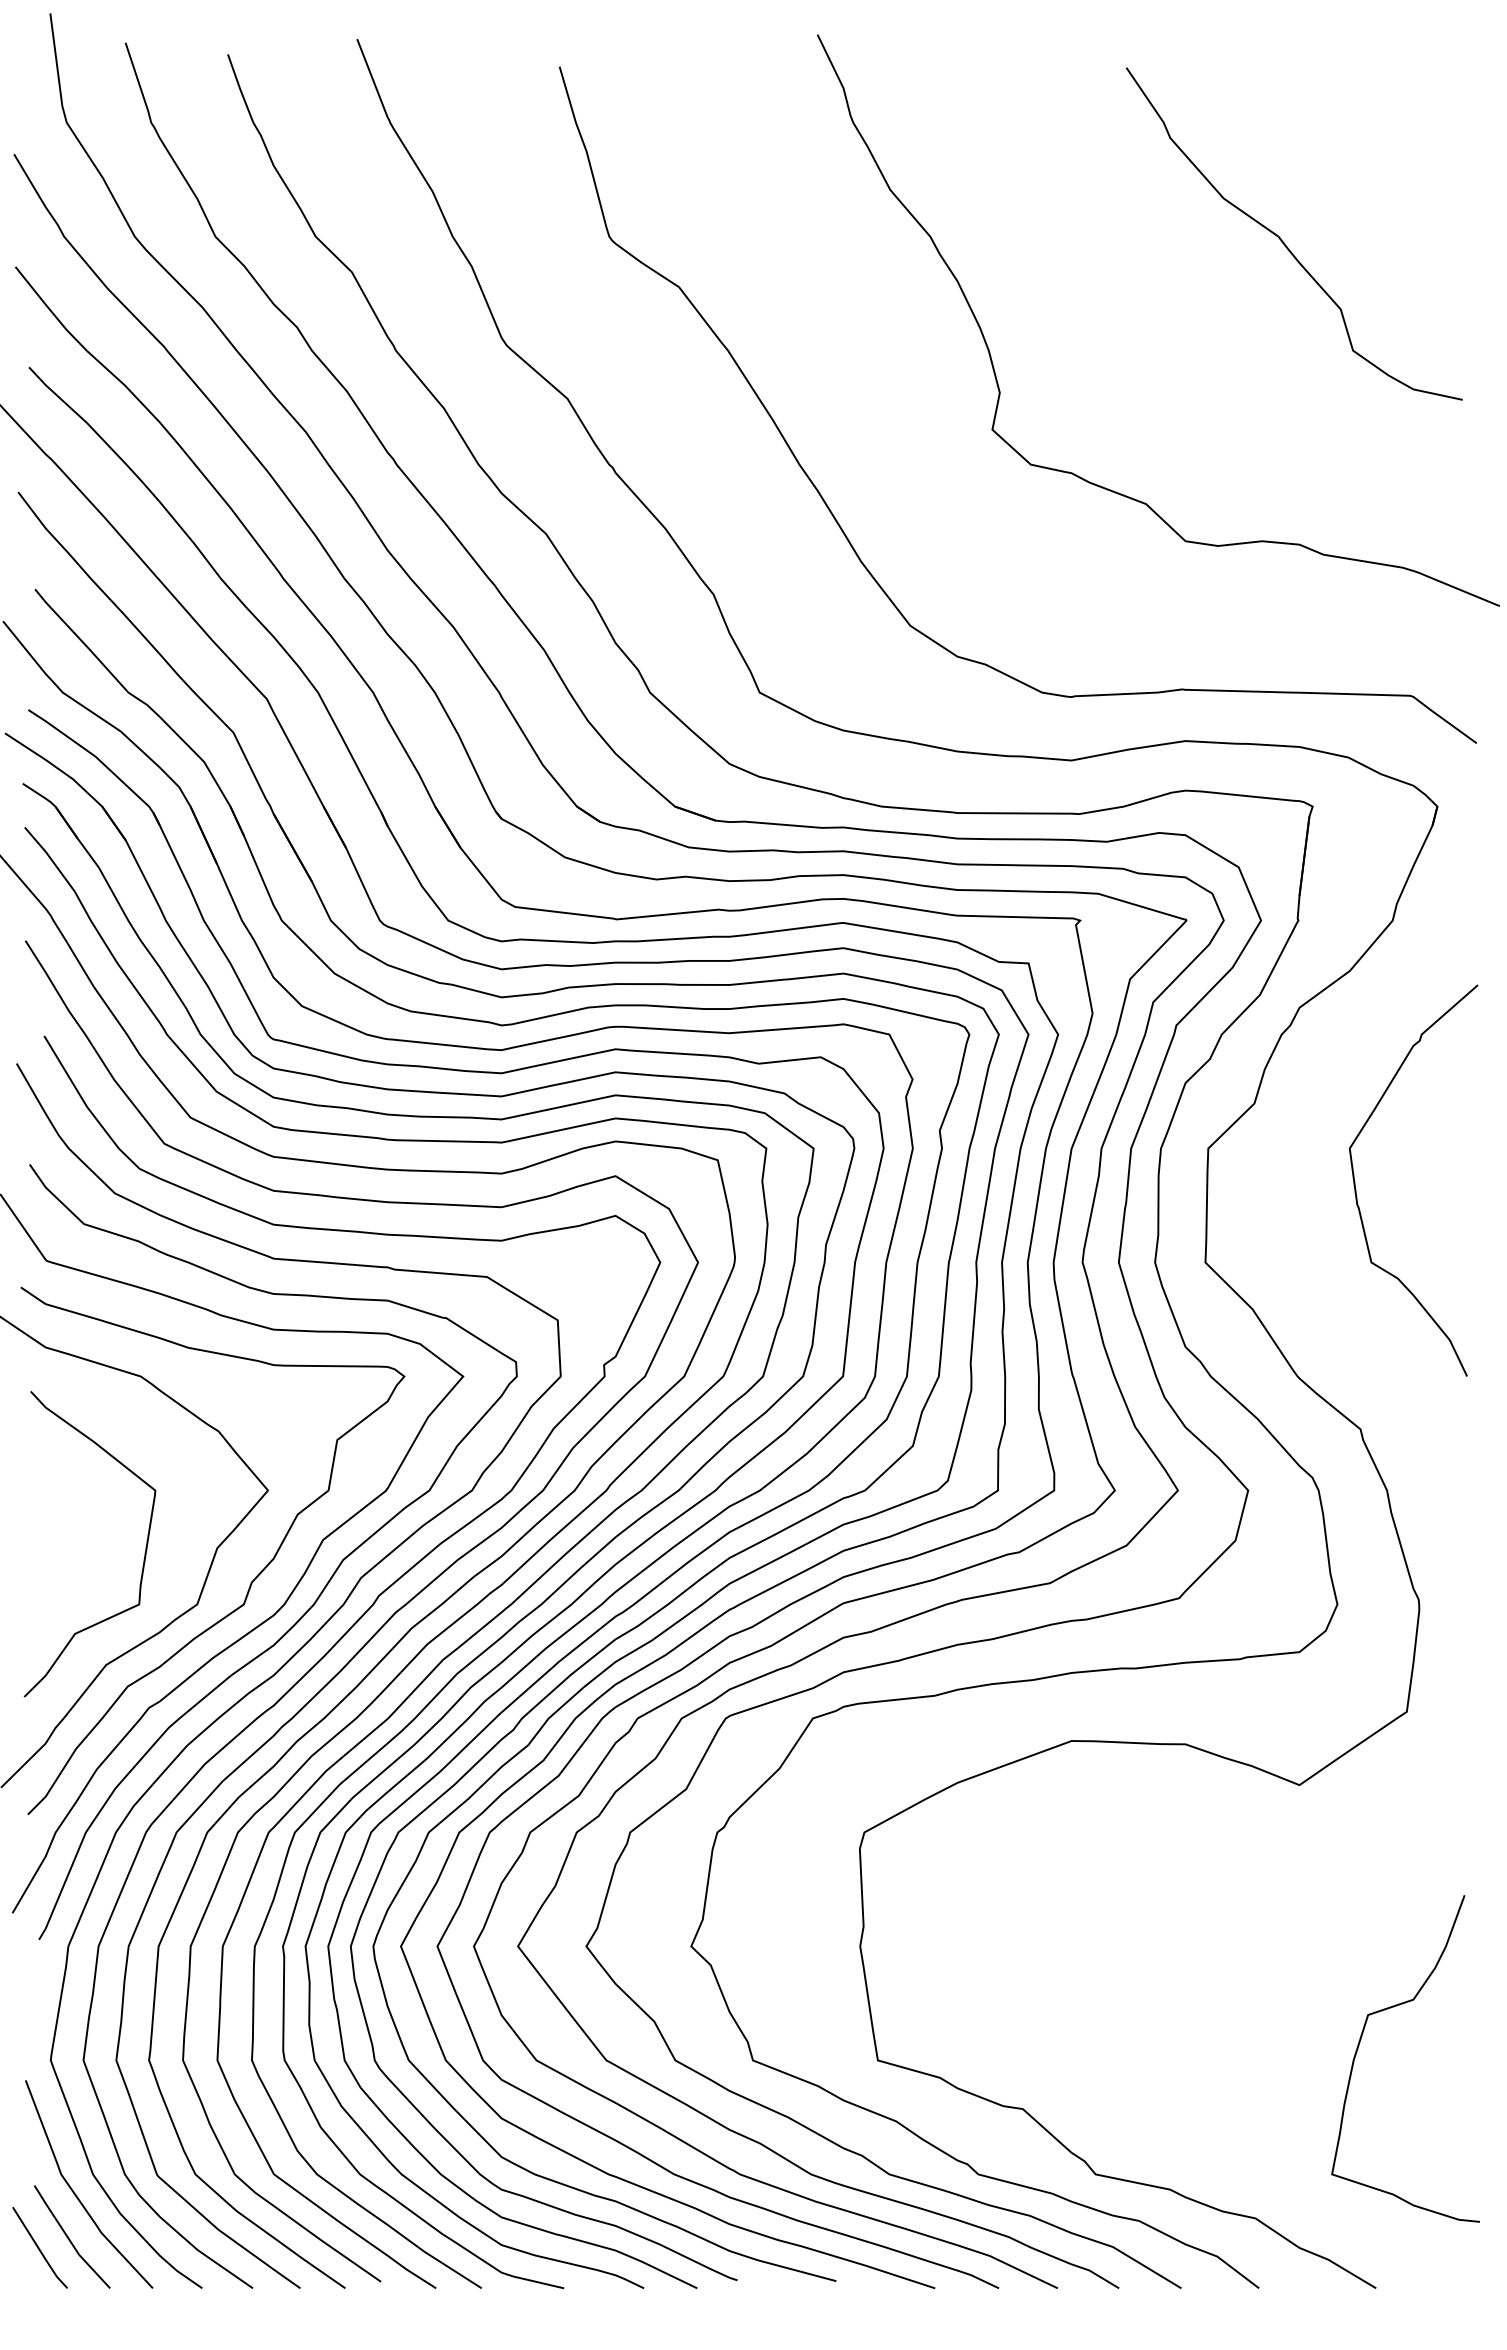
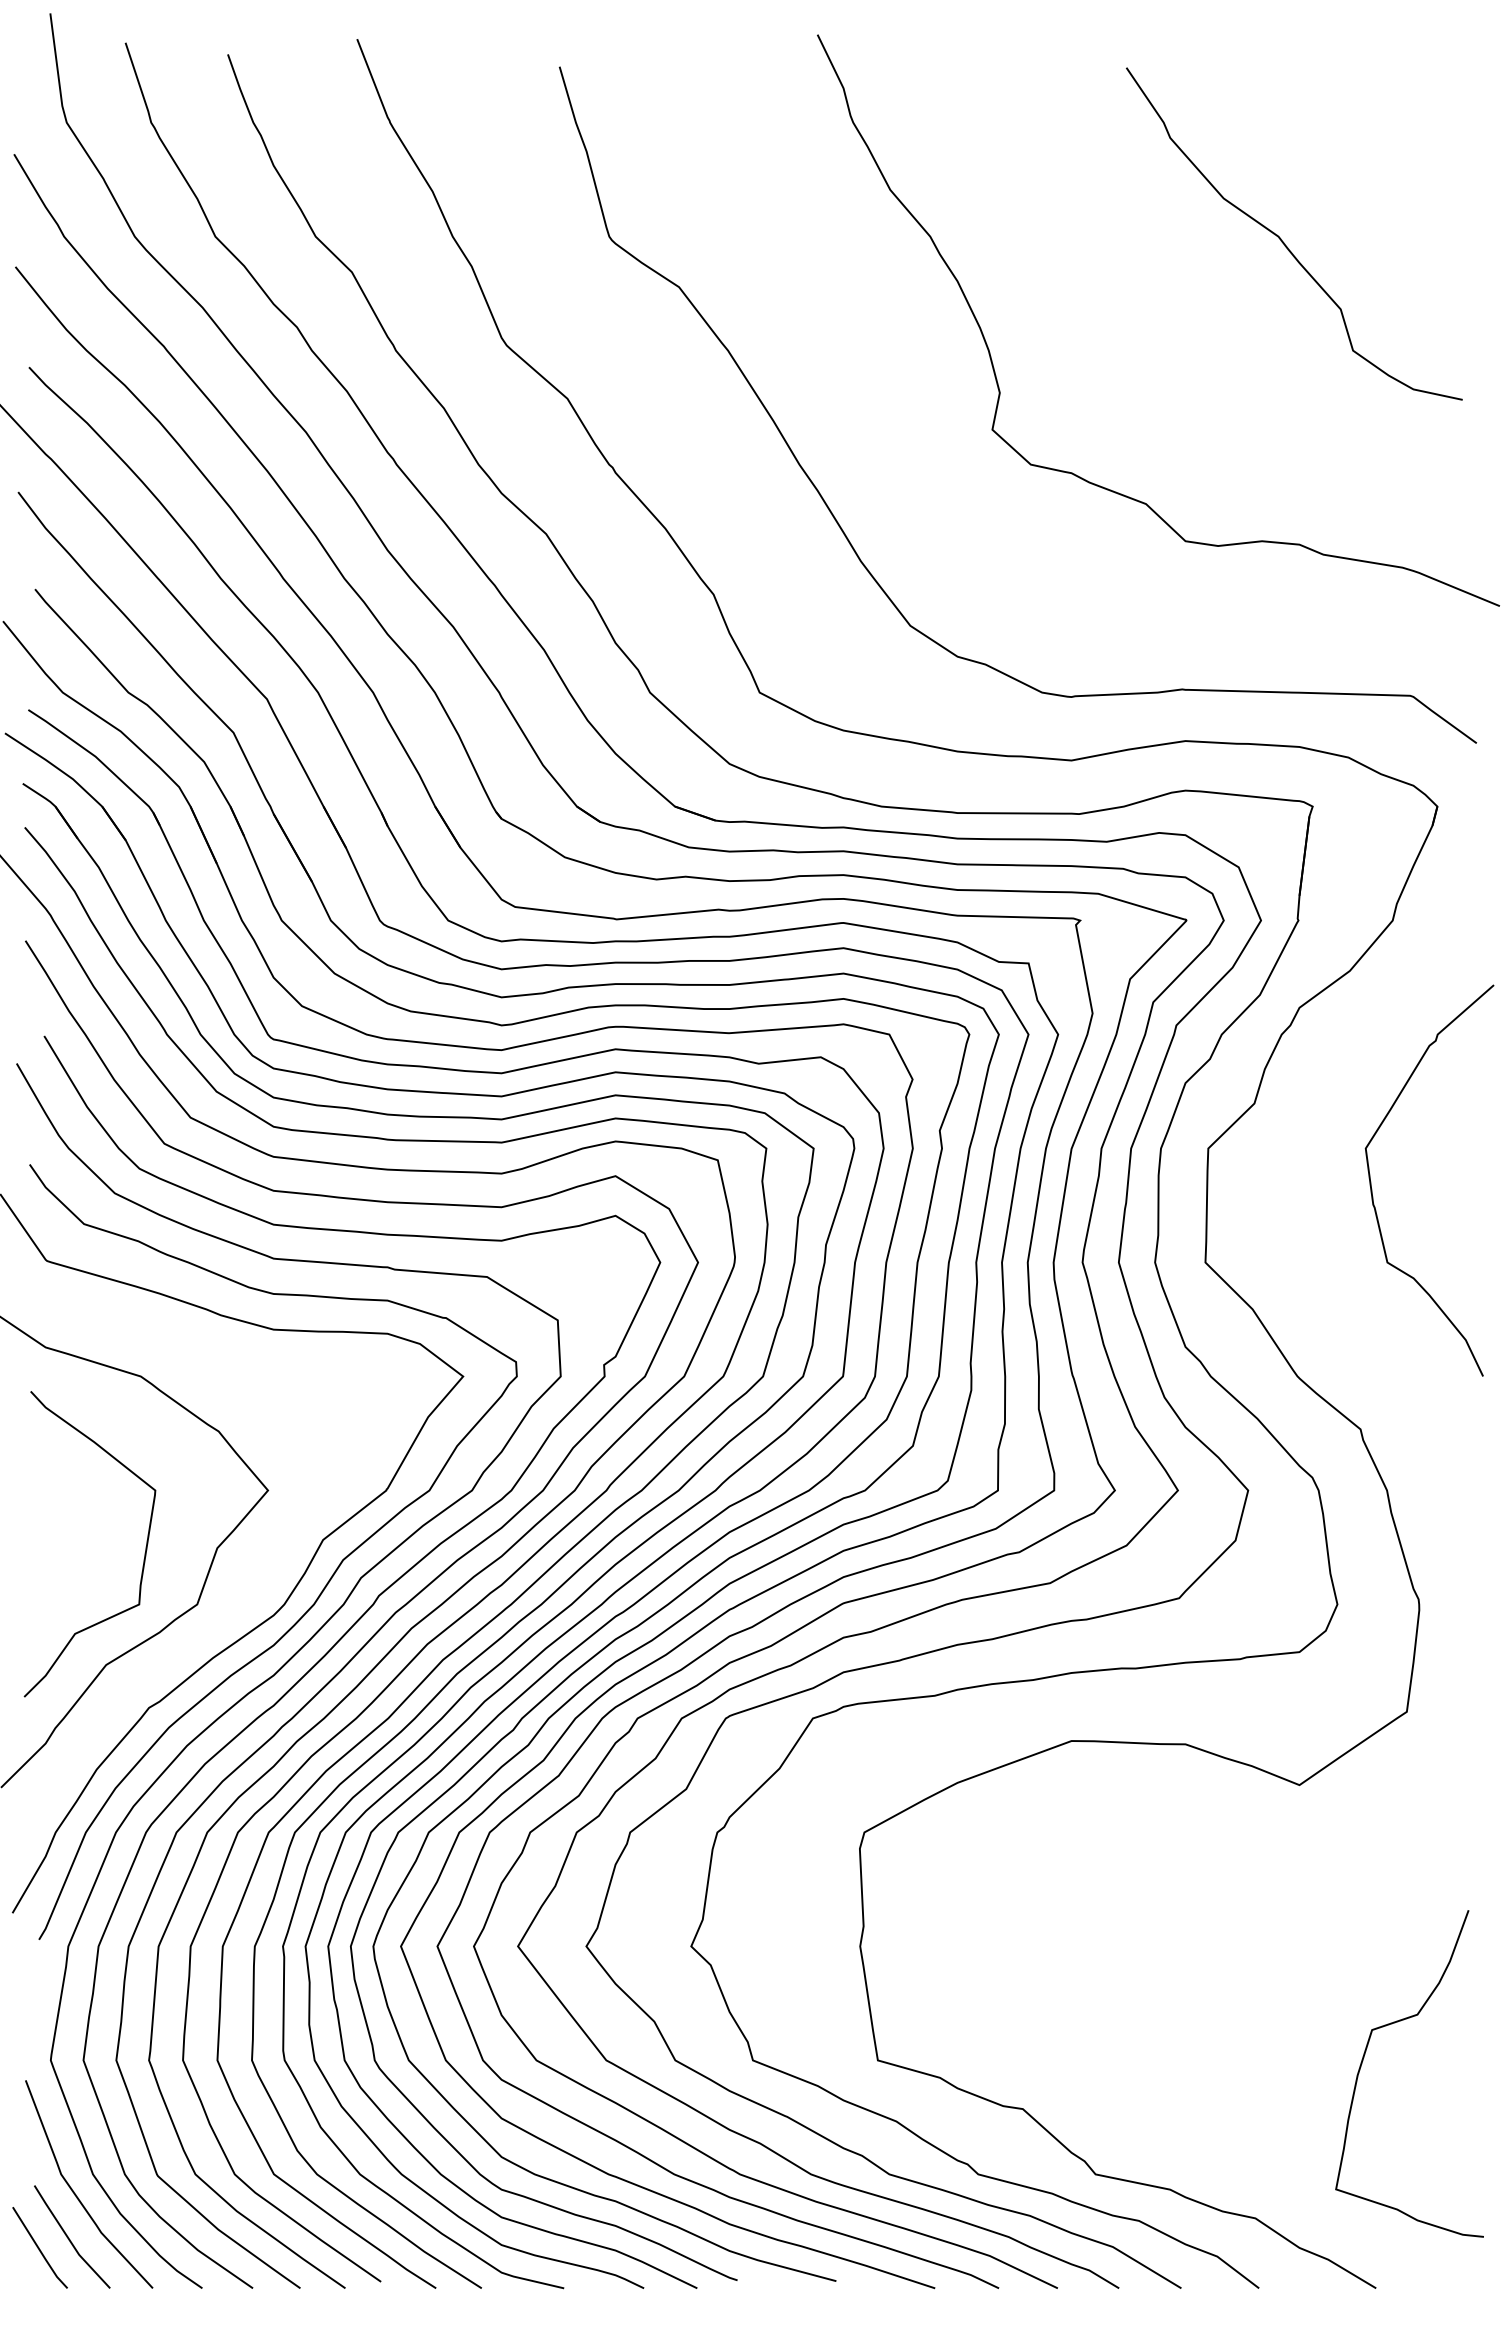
curve at (1356, 1189) position: (1356, 1189) -> (1372, 1189)
curve at (250, 1582): present -> none
curve at (1360, 2042) position: (1360, 2042) -> (1364, 2057)
